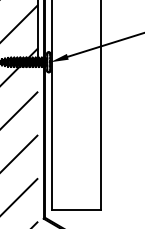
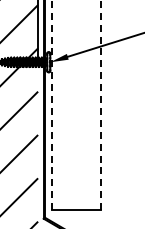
line at (51, 105): solid -> dashed
line at (100, 105): solid -> dashed
